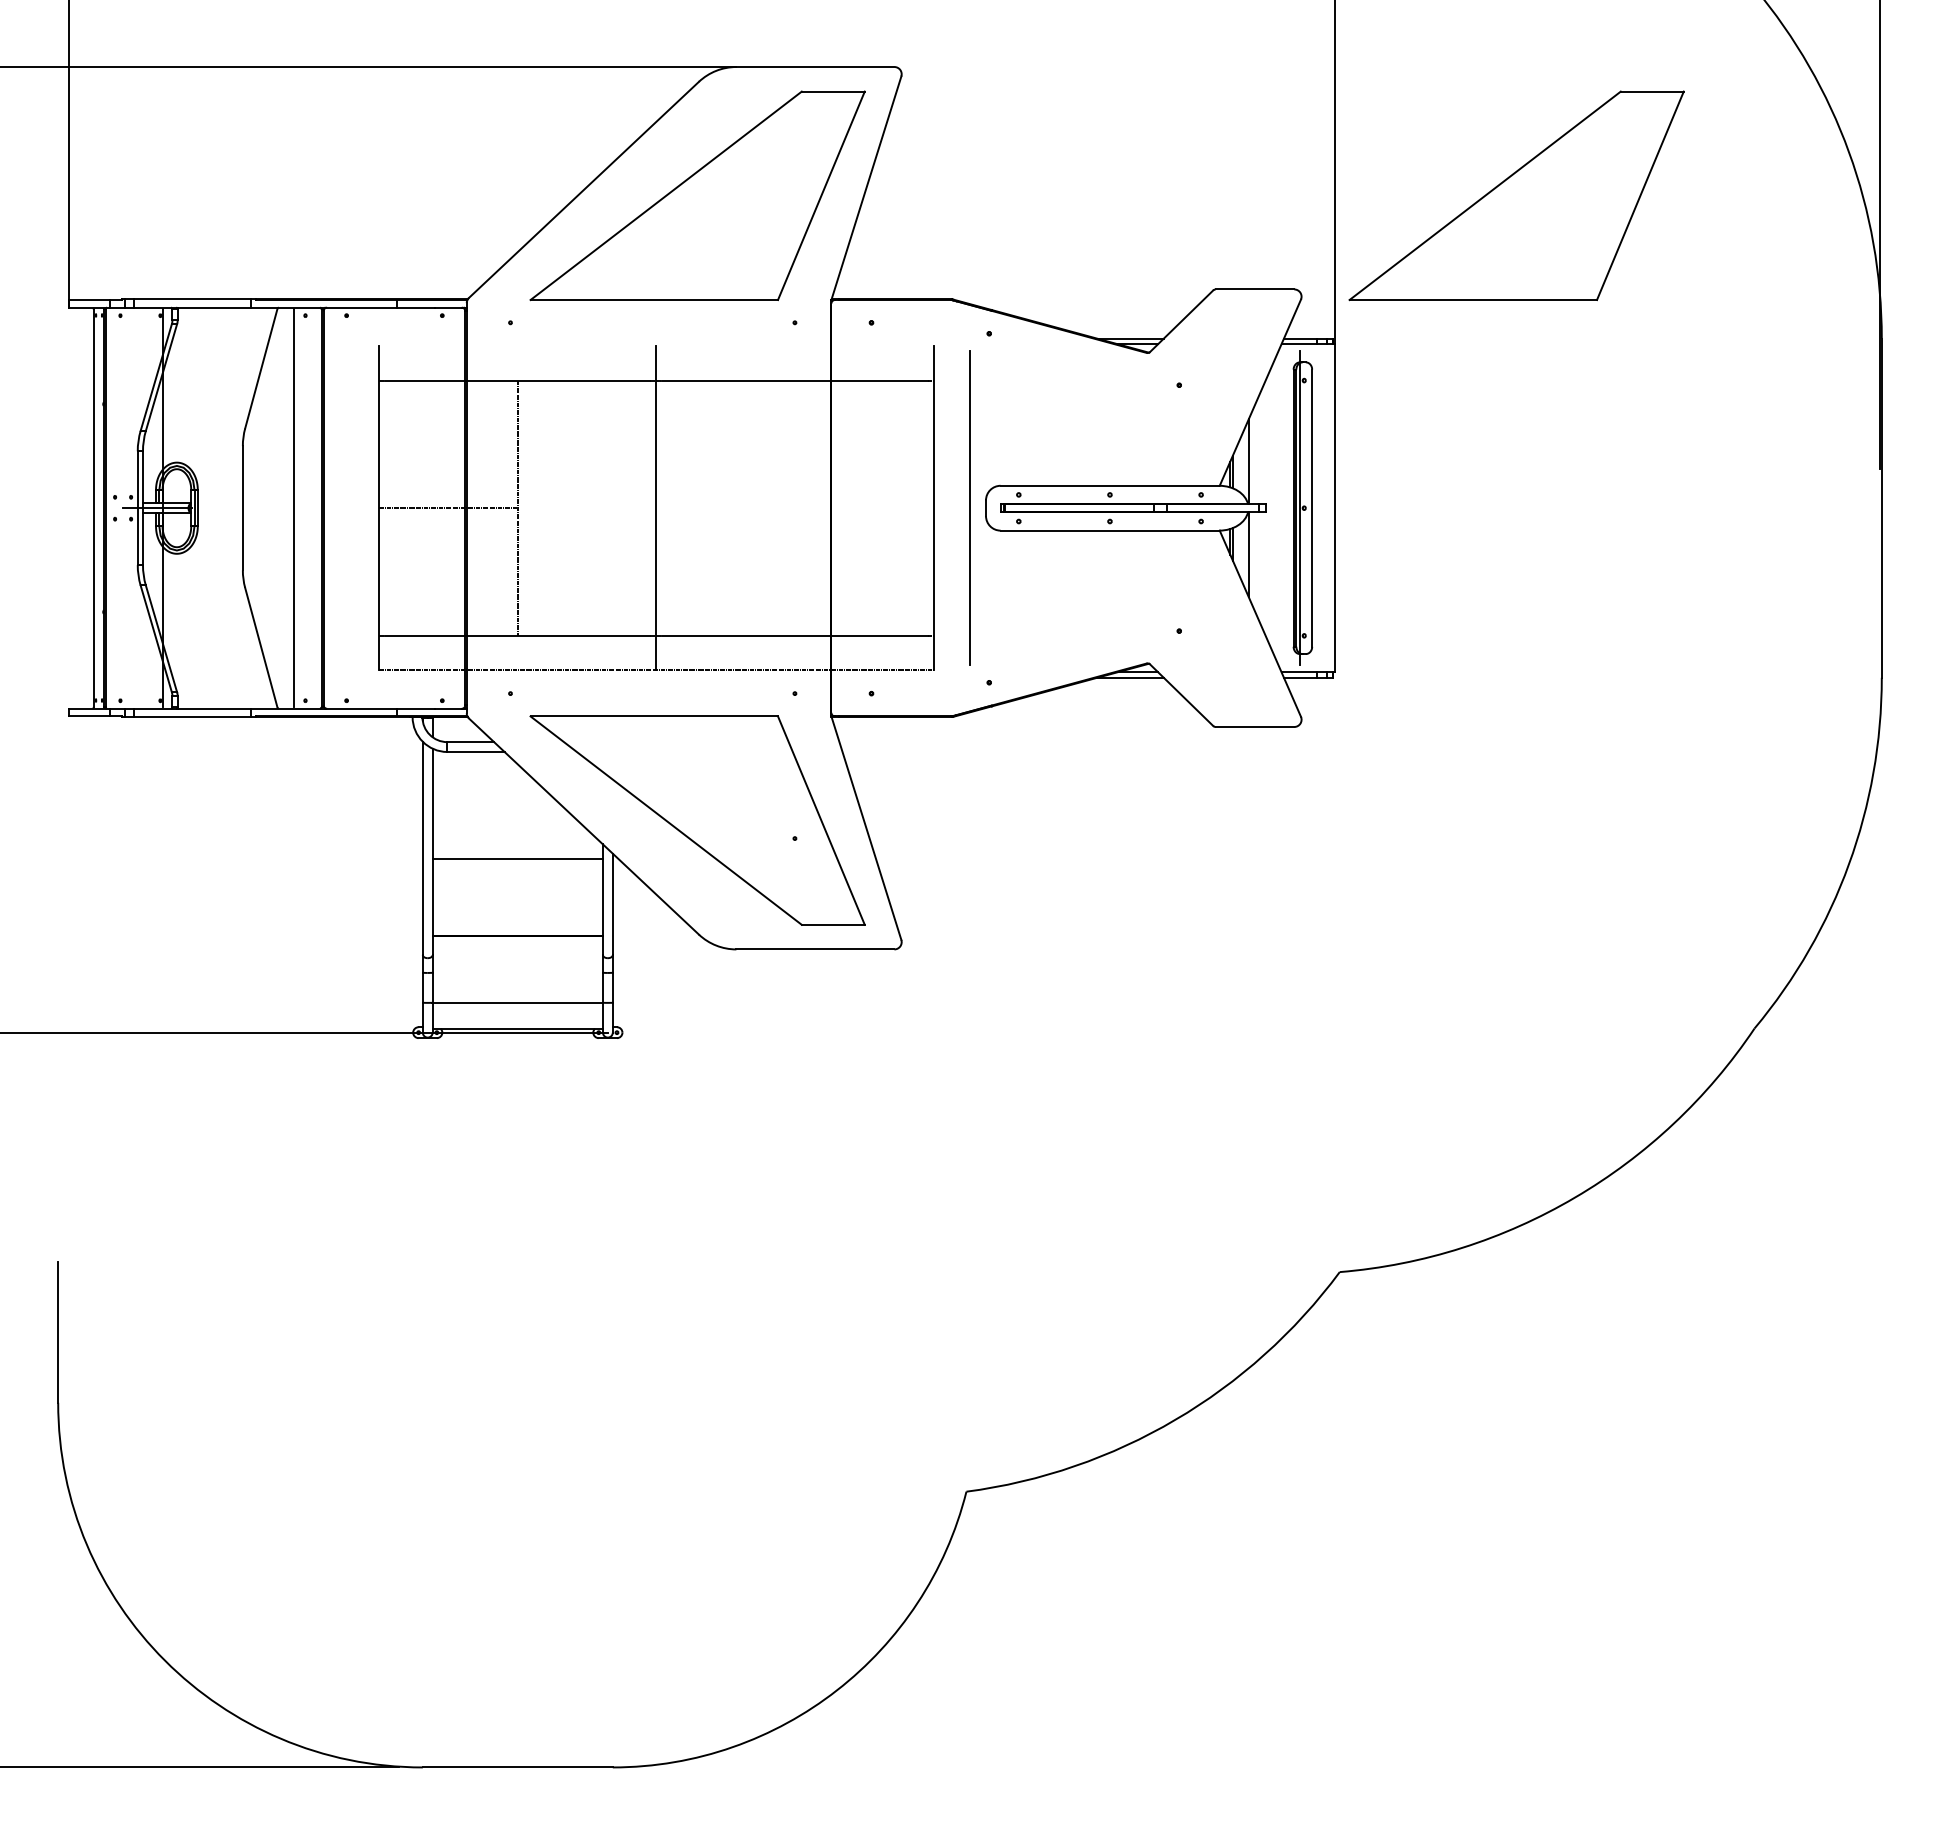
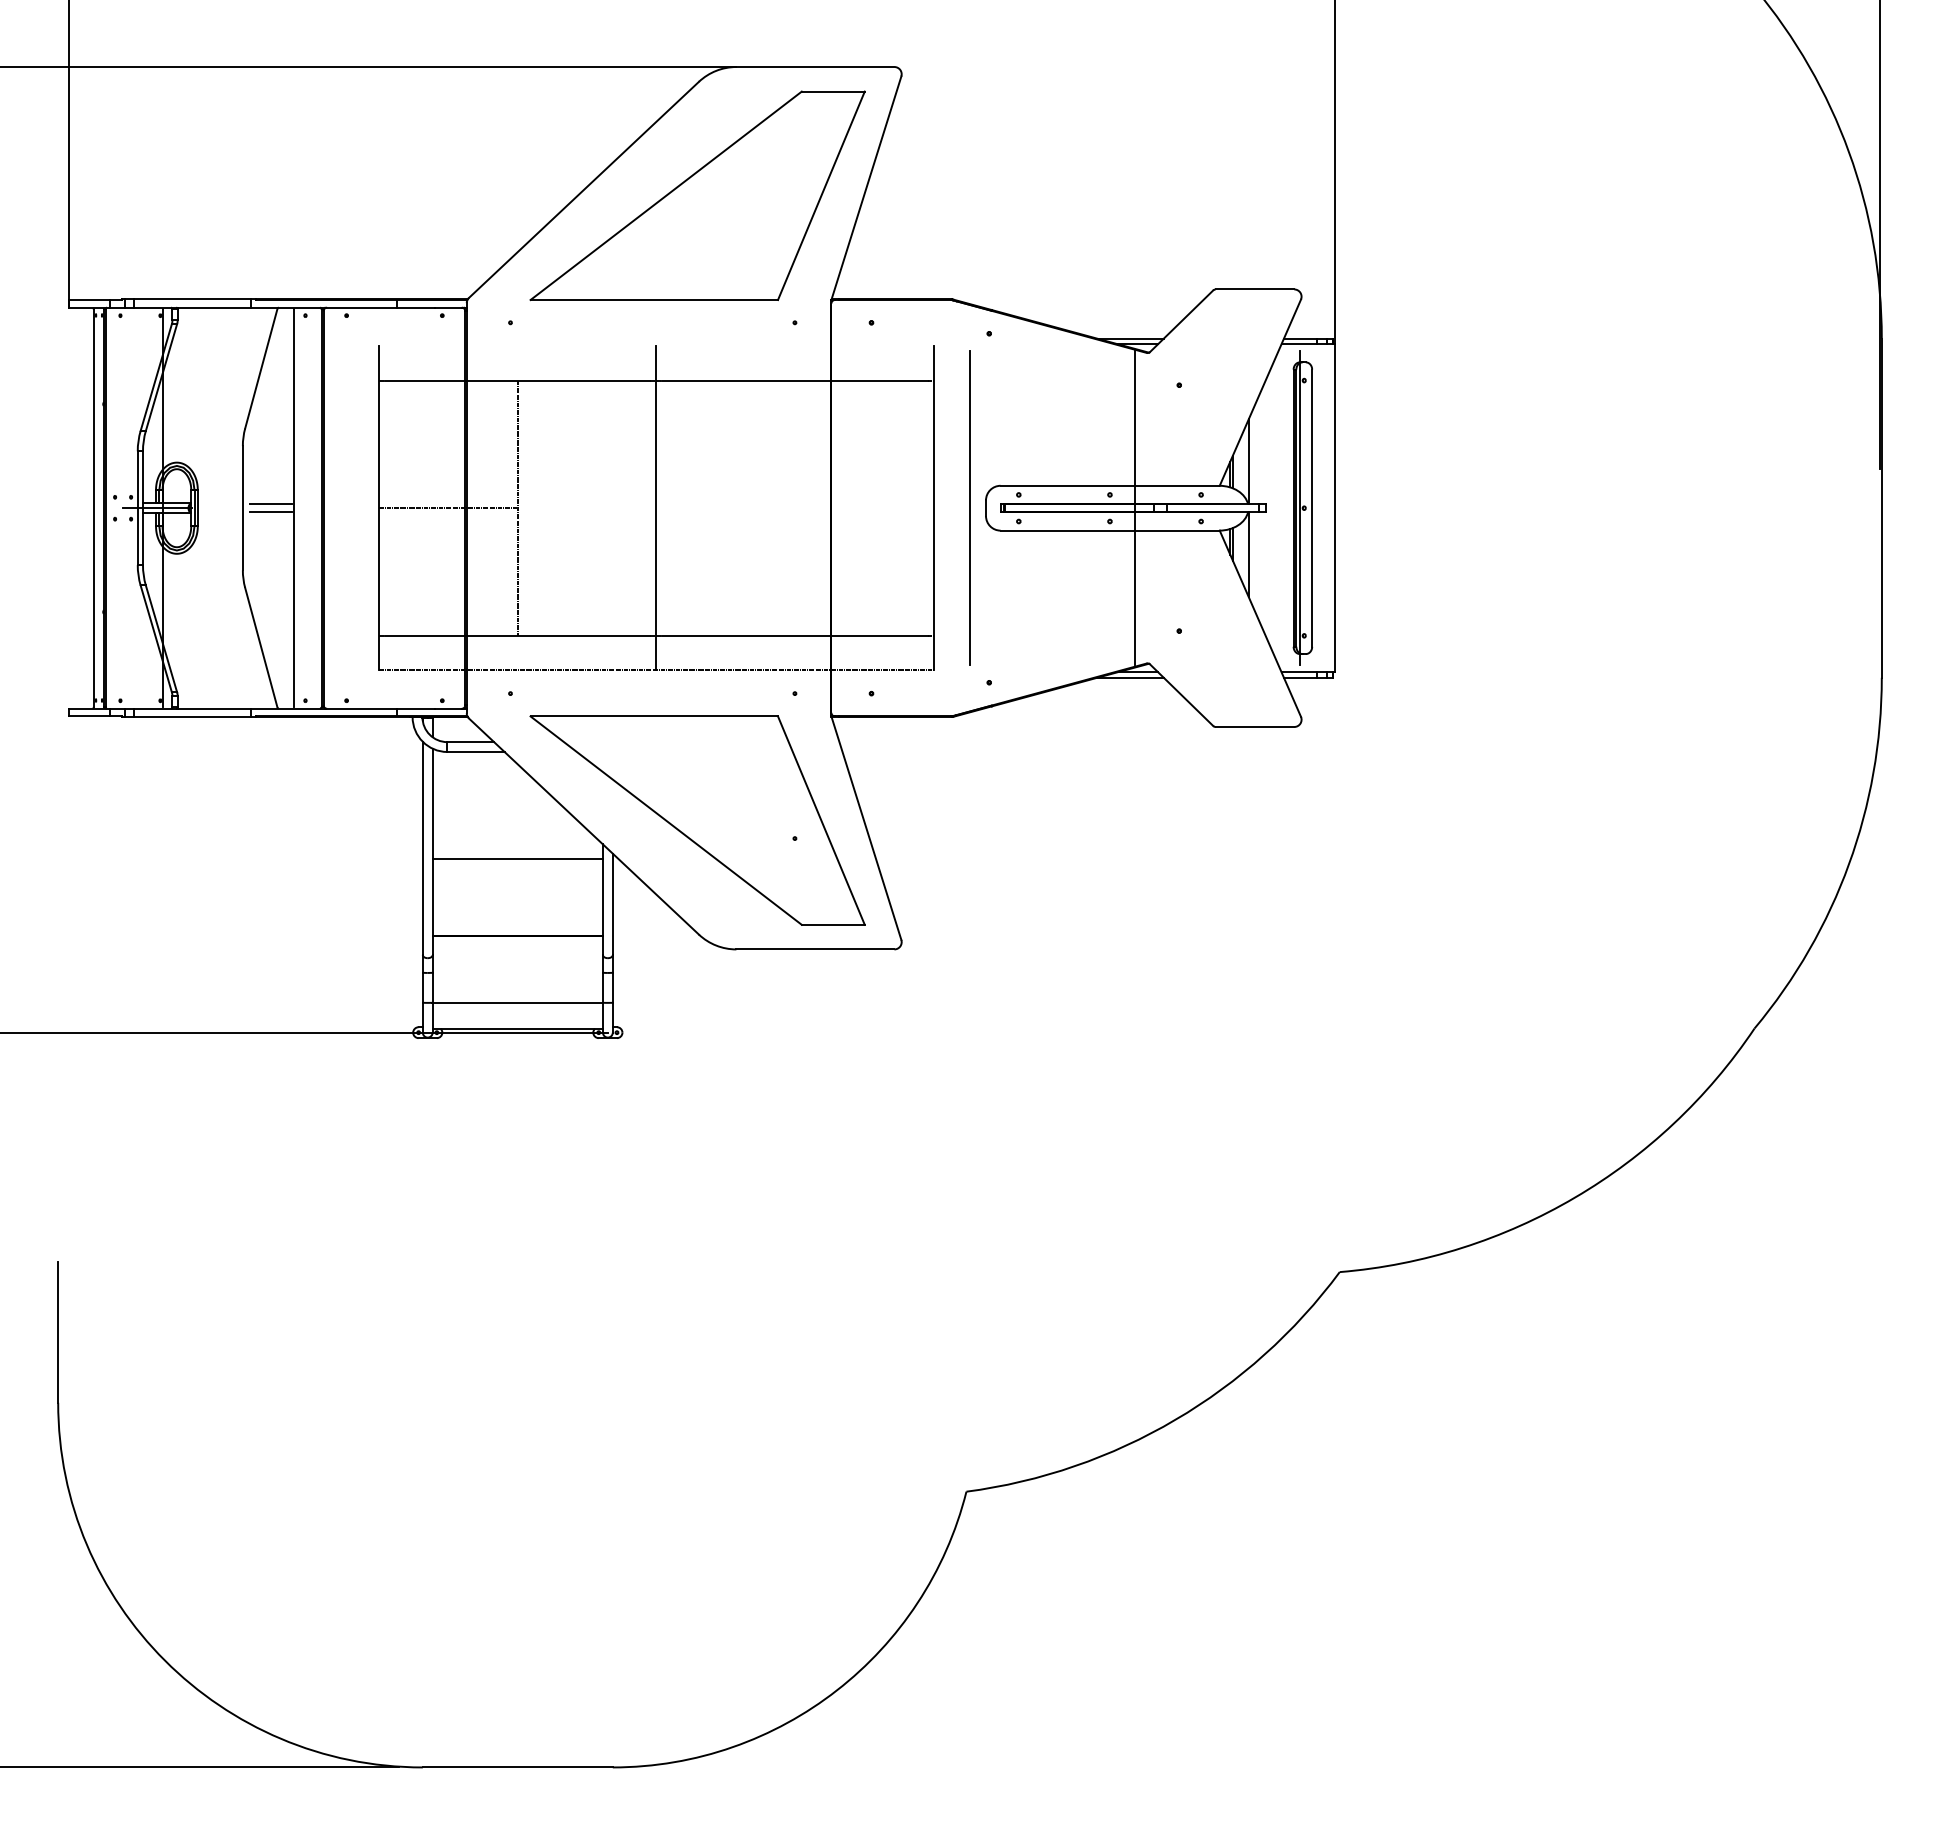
part at (1516, 195): present -> none
line at (270, 504): none -> present
line at (1134, 508): none -> present
line at (270, 511): none -> present
